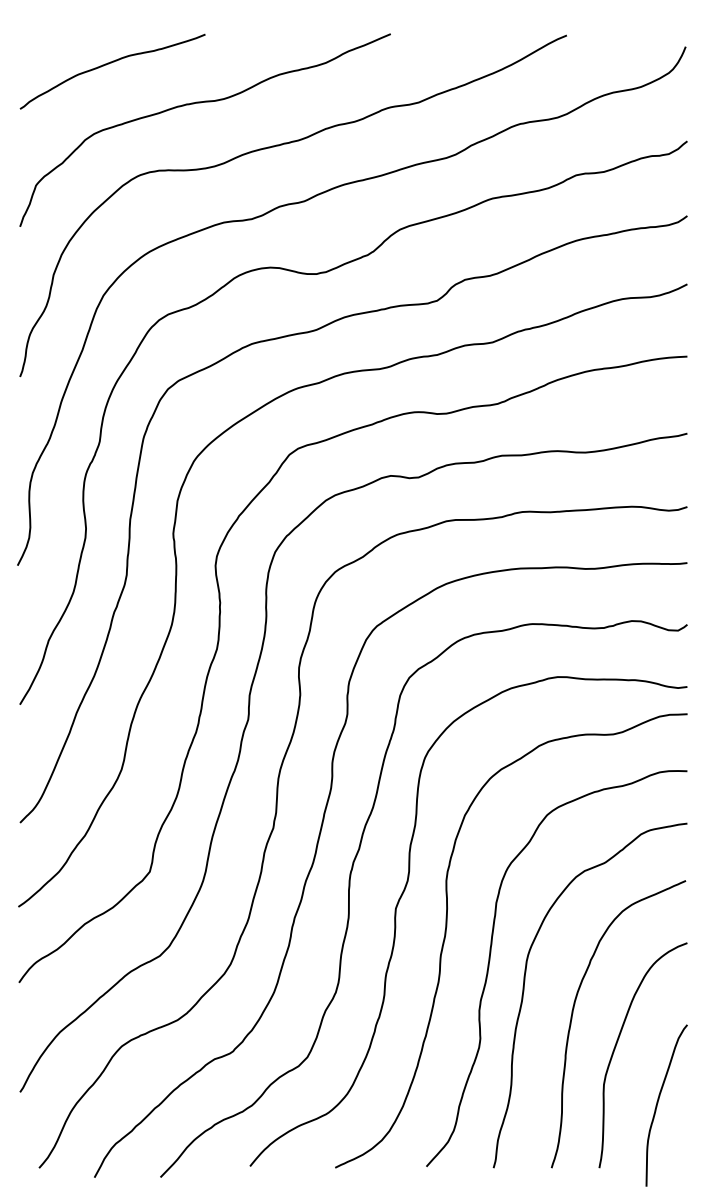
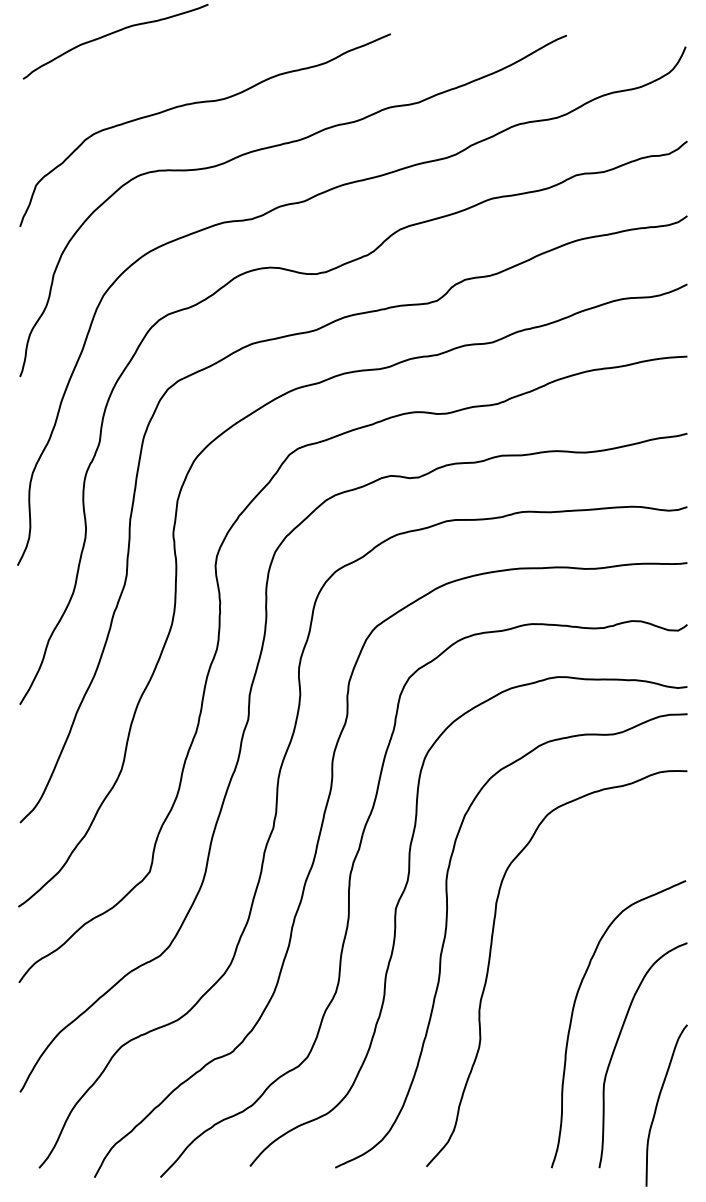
curve at (109, 64) position: (109, 64) -> (112, 34)
curve at (524, 991): present -> none
